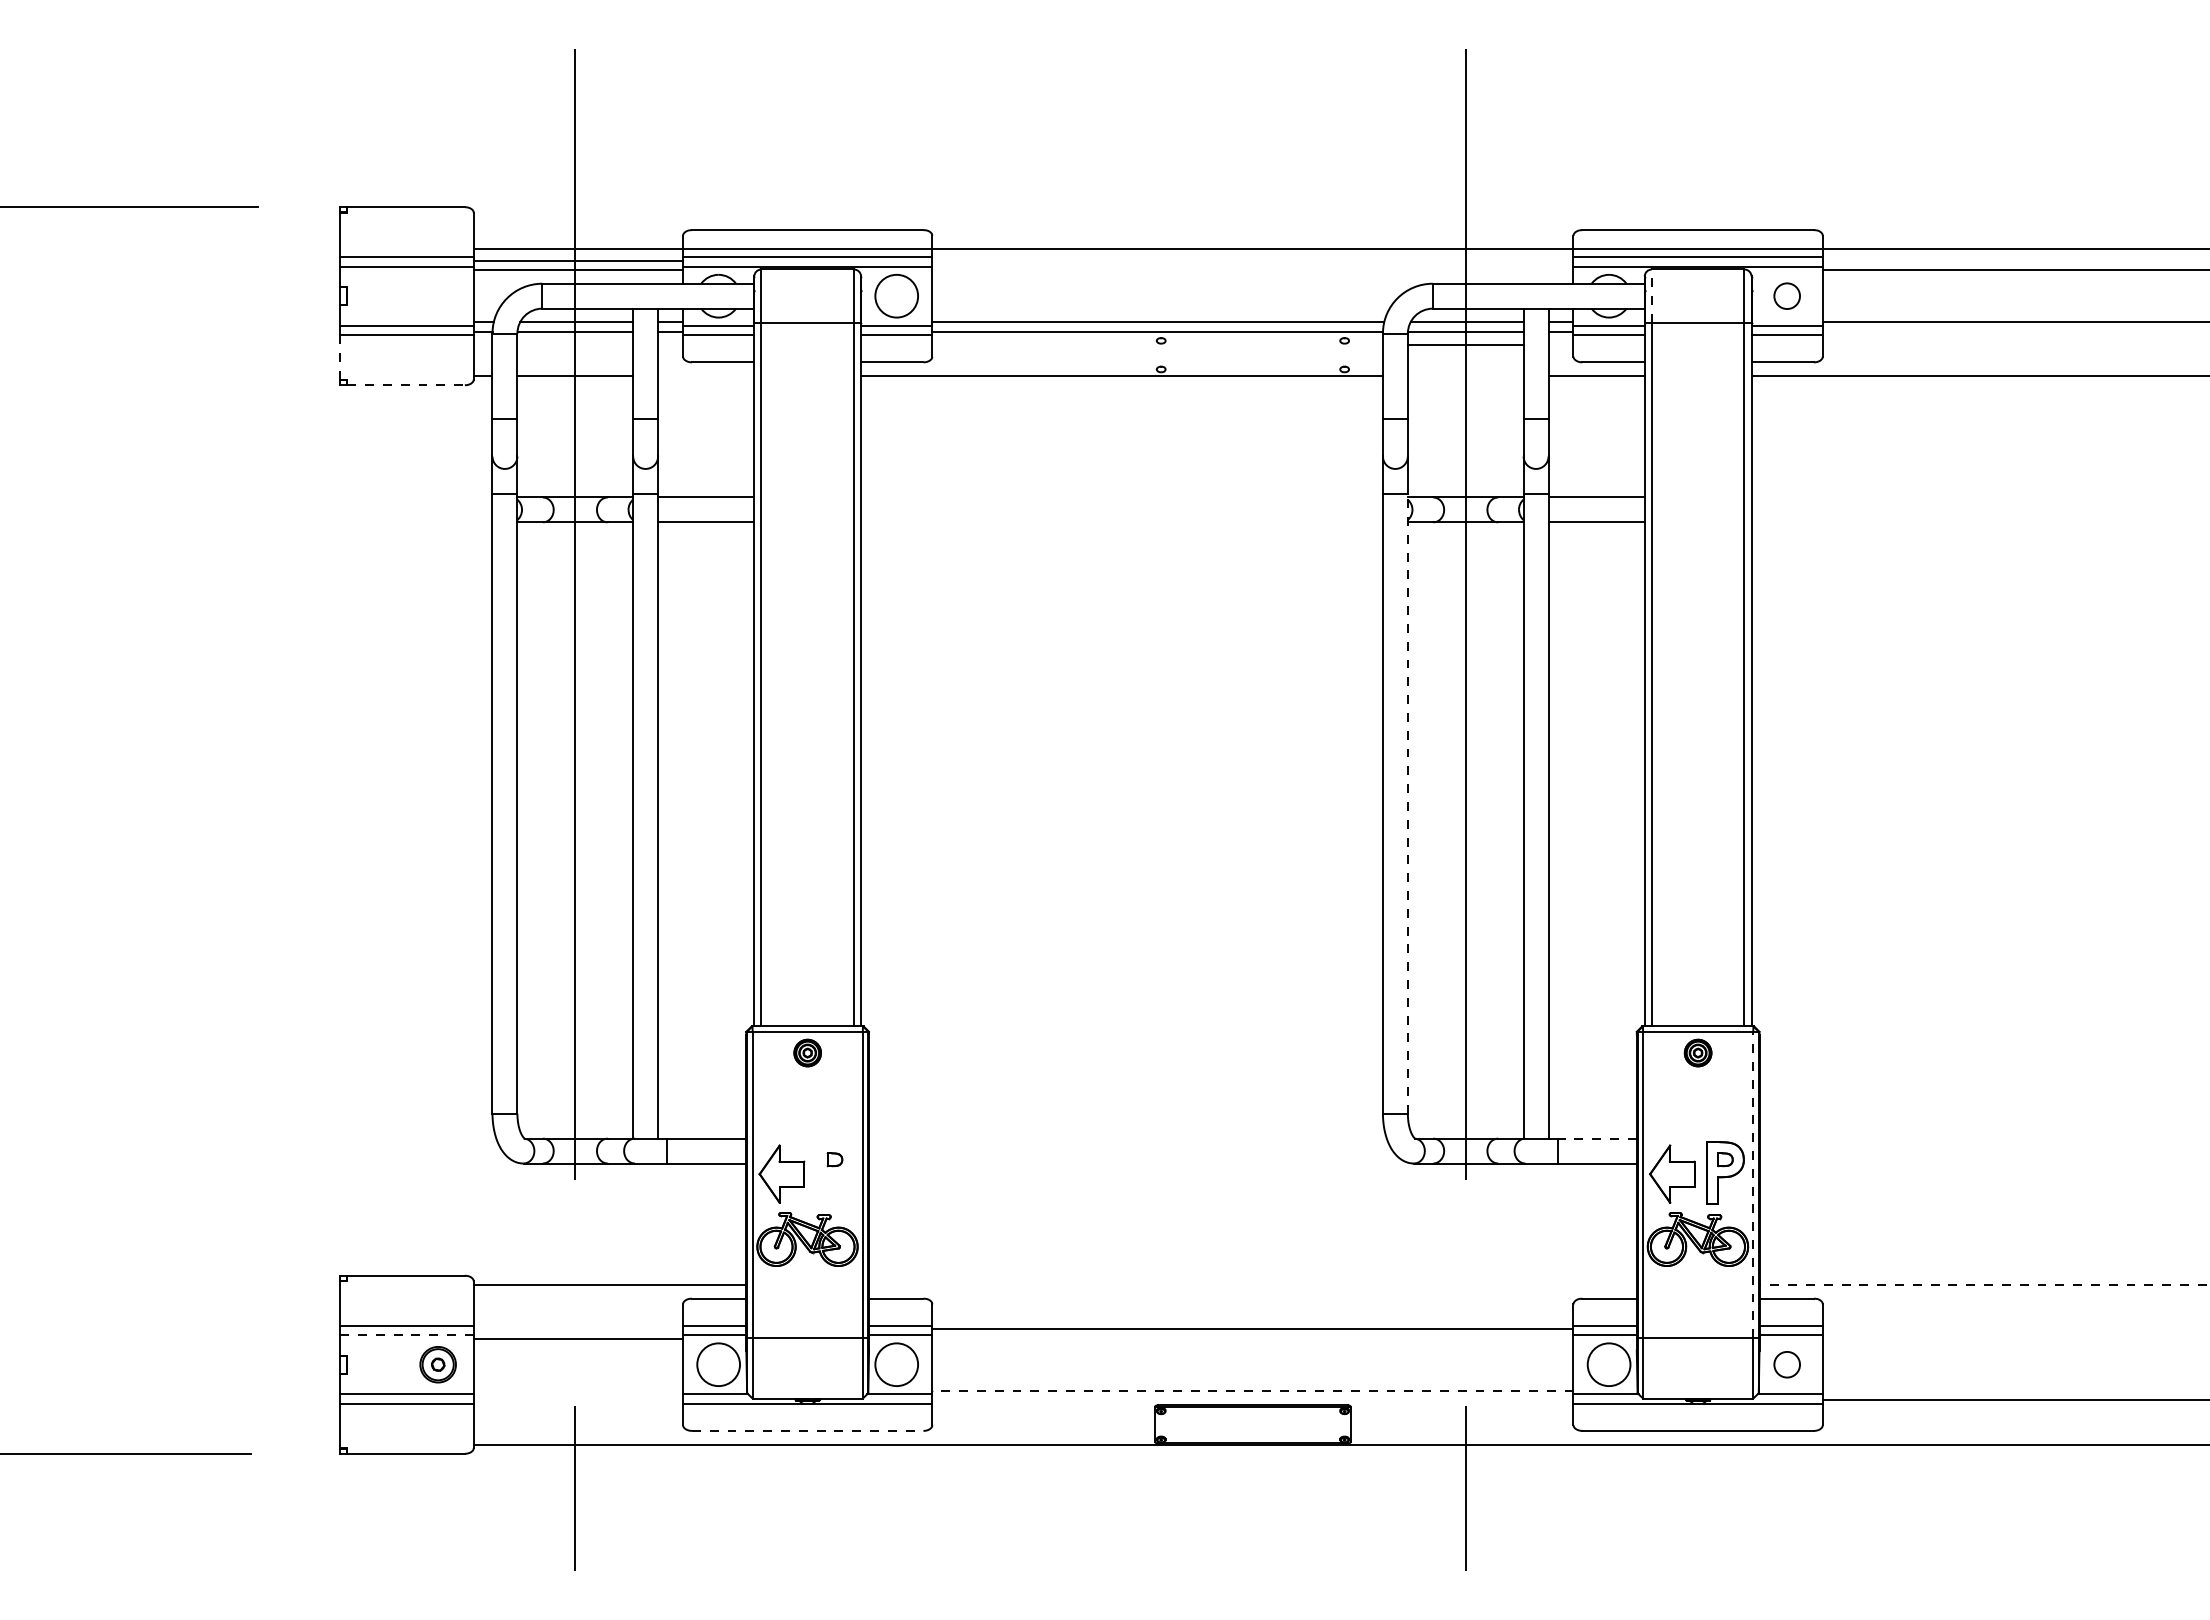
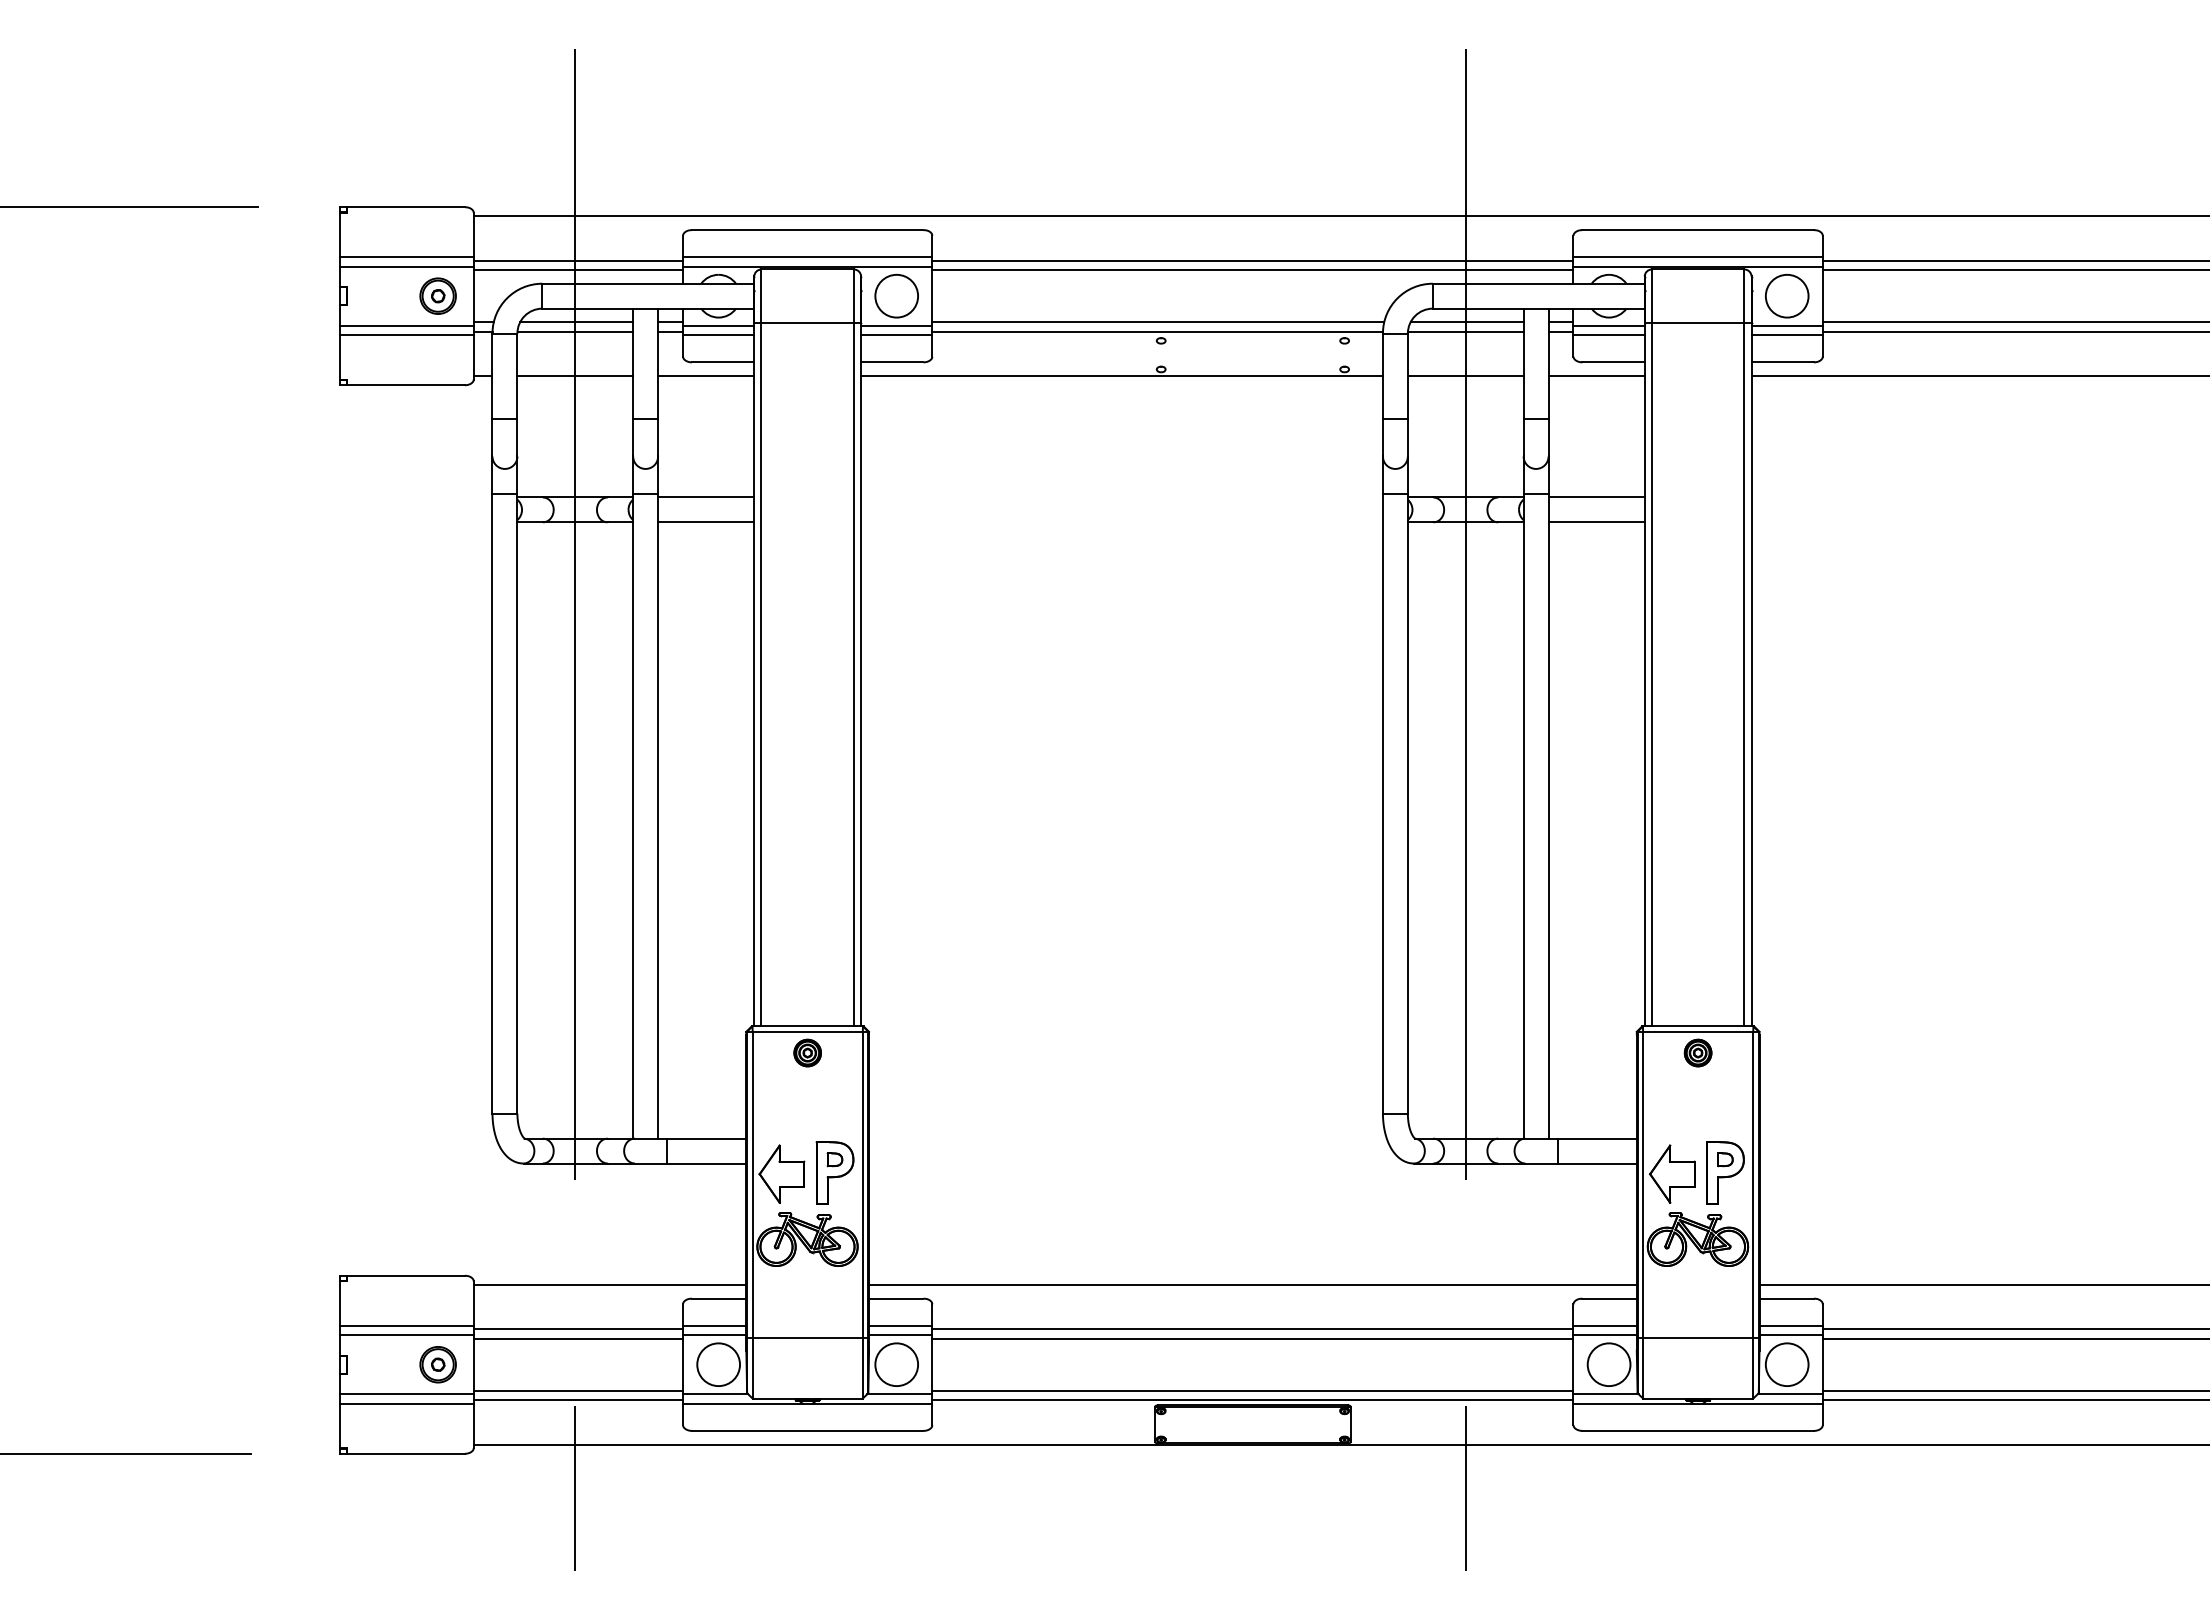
line at (1339, 249) position: (1339, 249) -> (1339, 216)
line at (1252, 260): none -> present
line at (2014, 260): none -> present
line at (1252, 270): none -> present
part at (437, 295): none -> present
line at (1651, 296): dashed -> solid
circle at (1787, 296) diameter: 26 px -> 43 px
line at (2014, 331): none -> present
line at (1465, 345) position: (1465, 345) -> (1465, 376)
line at (340, 357): dashed -> solid
line at (706, 376): none -> present
line at (406, 385): dashed -> solid
line at (1407, 803): dashed -> solid
line at (1597, 1138): dashed -> solid
part at (834, 1172): none -> present
line at (1753, 1184): dashed -> solid
line at (1252, 1284): none -> present
line at (1984, 1284): dashed -> solid
line at (578, 1329): none -> present
line at (2014, 1329): none -> present
line at (407, 1335): dashed -> solid
line at (1252, 1338): none -> present
line at (2014, 1338): none -> present
circle at (1787, 1364) diameter: 26 px -> 43 px
line at (578, 1390): none -> present
line at (1252, 1390): dashed -> solid
line at (2014, 1390): none -> present
line at (578, 1400): none -> present
line at (1252, 1400): none -> present
line at (807, 1430): dashed -> solid
